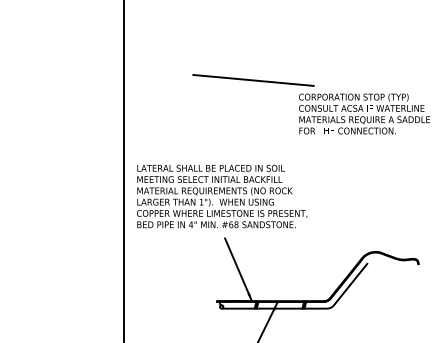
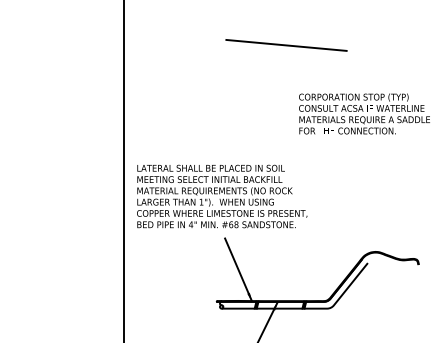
line at (253, 80) position: (253, 80) -> (286, 45)
